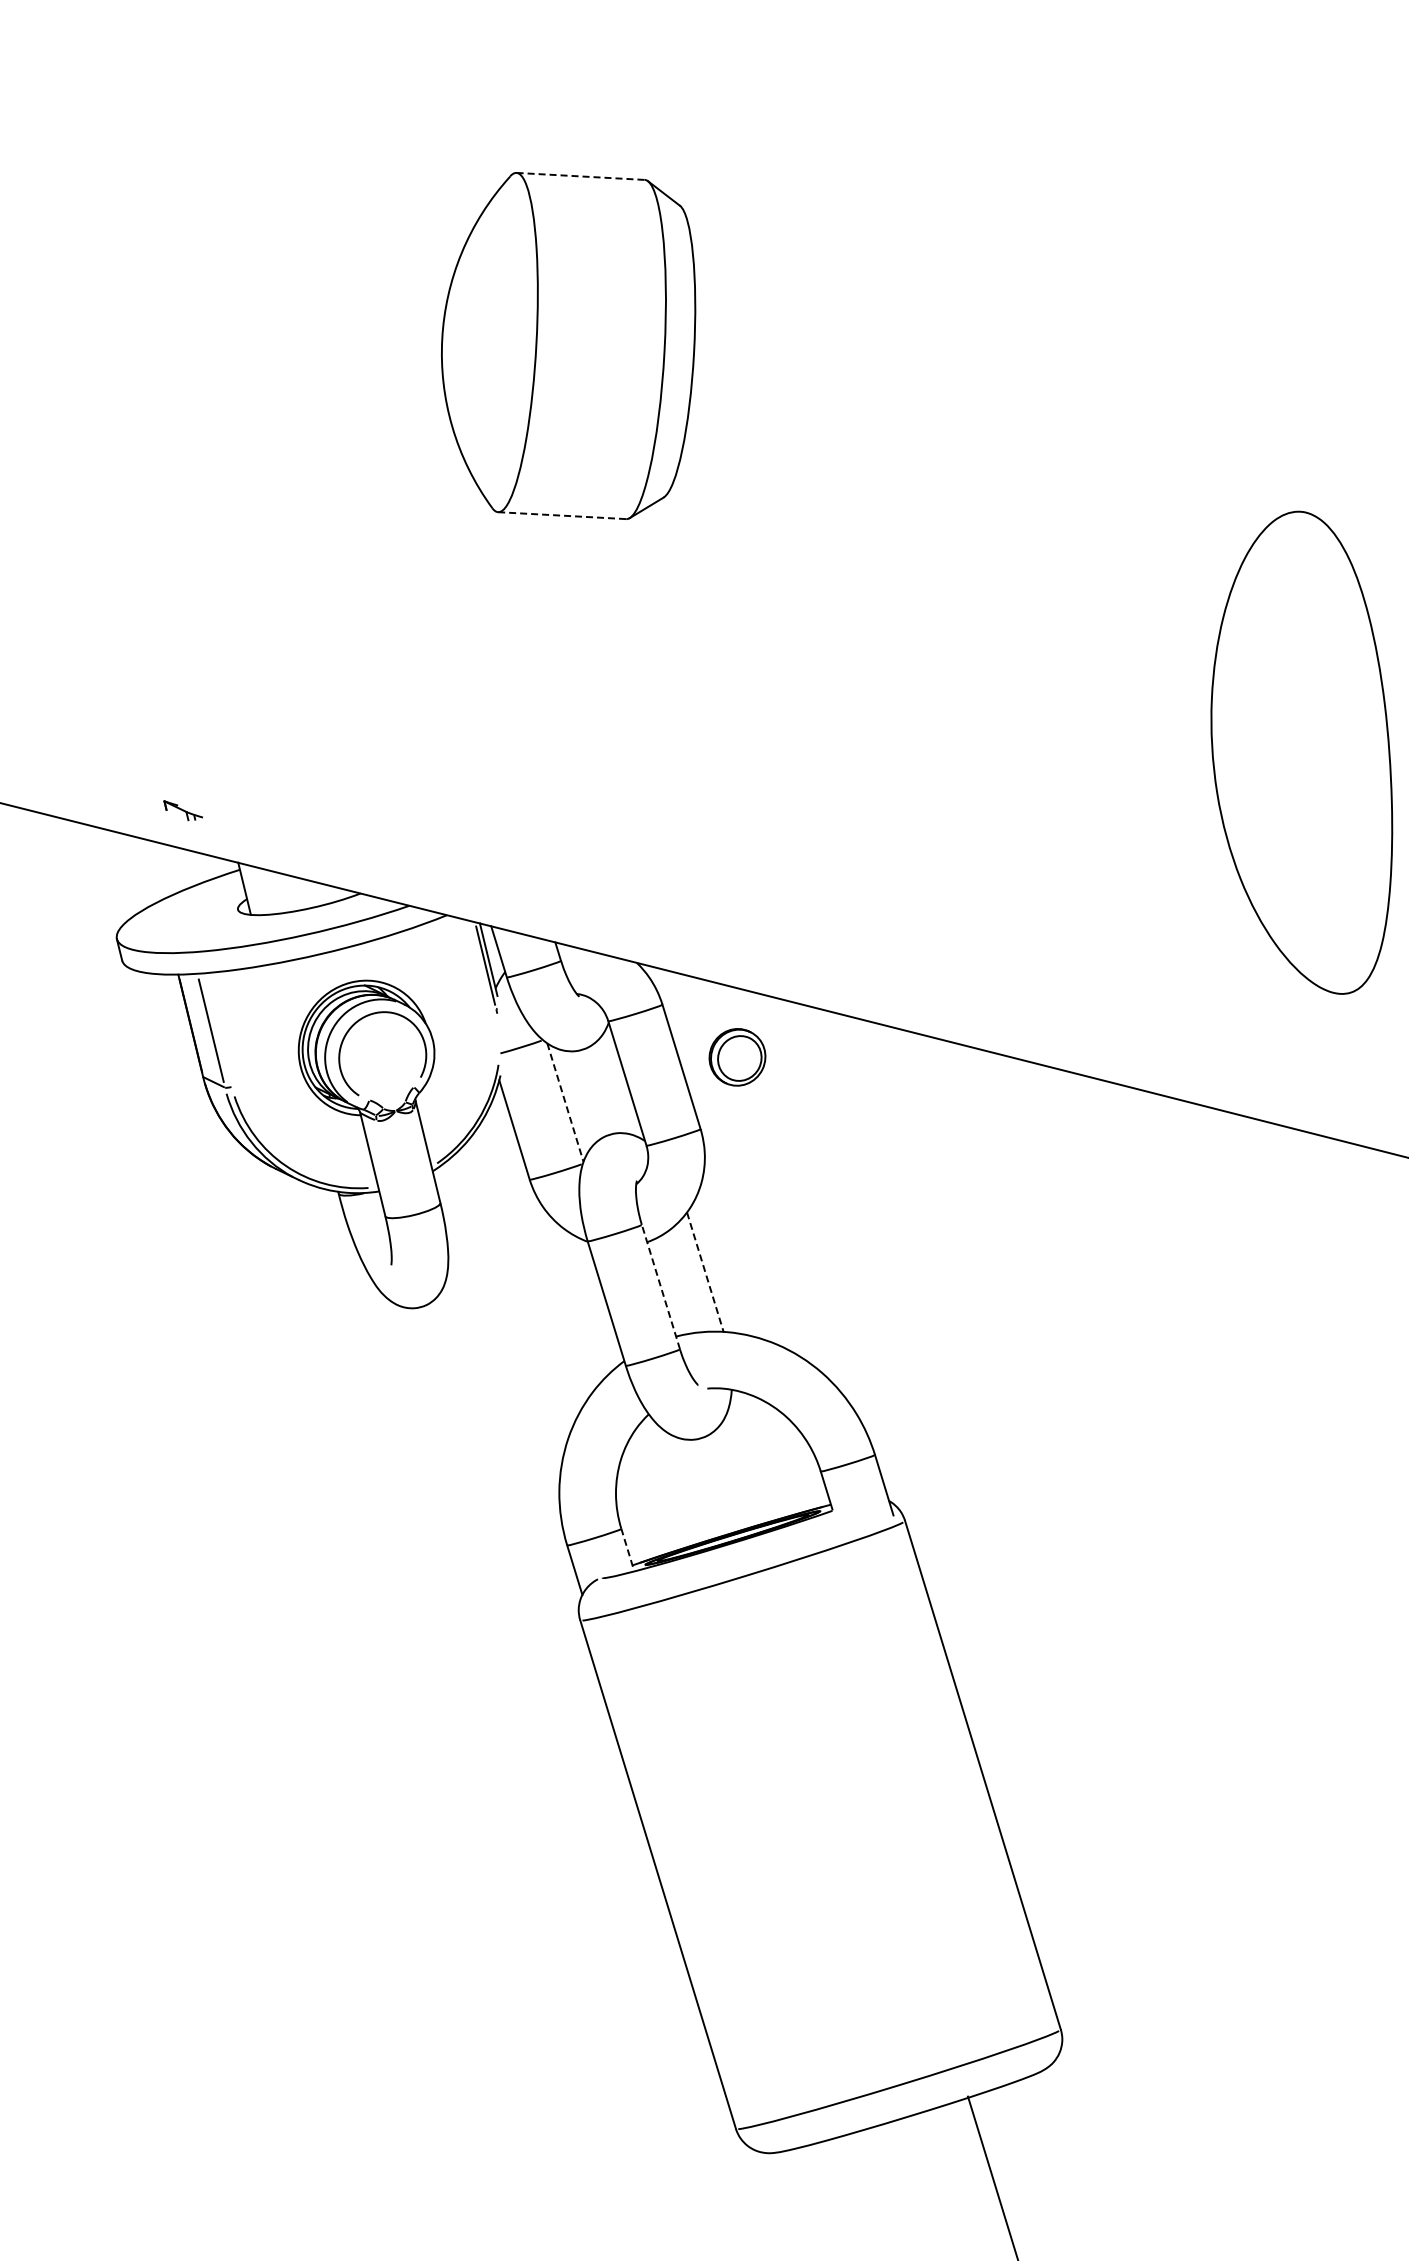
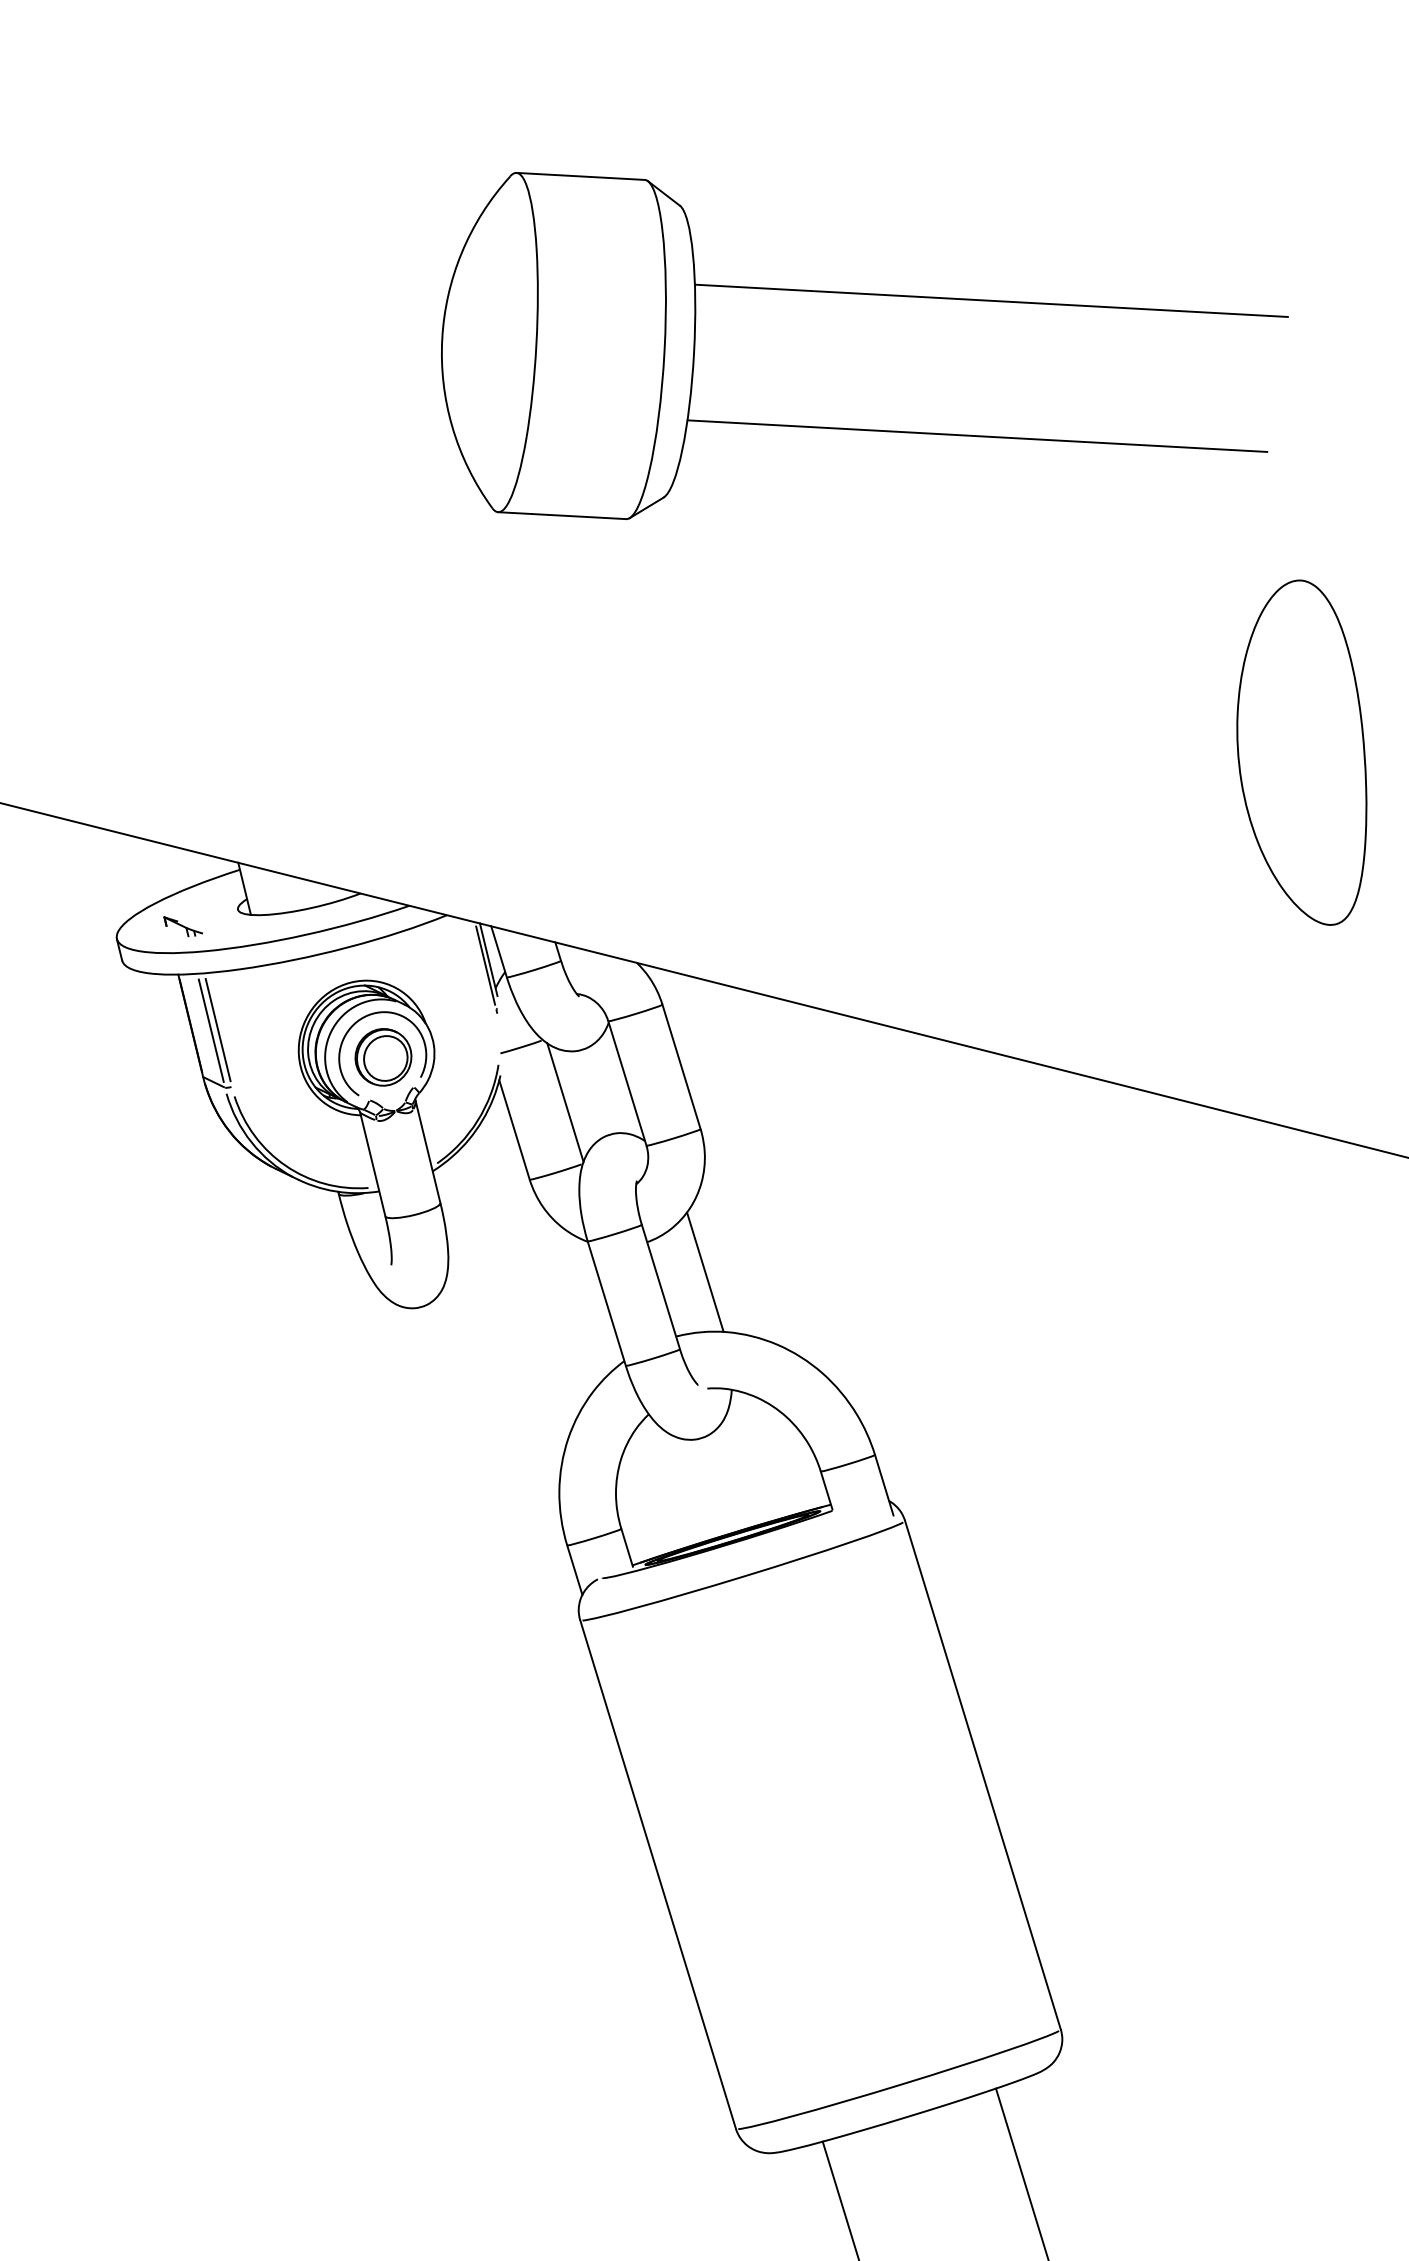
line at (581, 176): dashed -> solid
line at (990, 300): none -> present
line at (977, 435): none -> present
line at (562, 515): dashed -> solid
part at (1301, 752) size: 184x485 px -> 132x347 px
part at (182, 810) position: (182, 810) -> (182, 926)
line at (217, 1030): none -> present
part at (737, 1057) position: (737, 1057) -> (383, 1057)
line at (565, 1102): dashed -> solid
line at (705, 1272): dashed -> solid
line at (660, 1286): dashed -> solid
line at (627, 1547): dashed -> solid
line at (992, 2176) position: (992, 2176) -> (1021, 2172)
line at (840, 2199): none -> present
